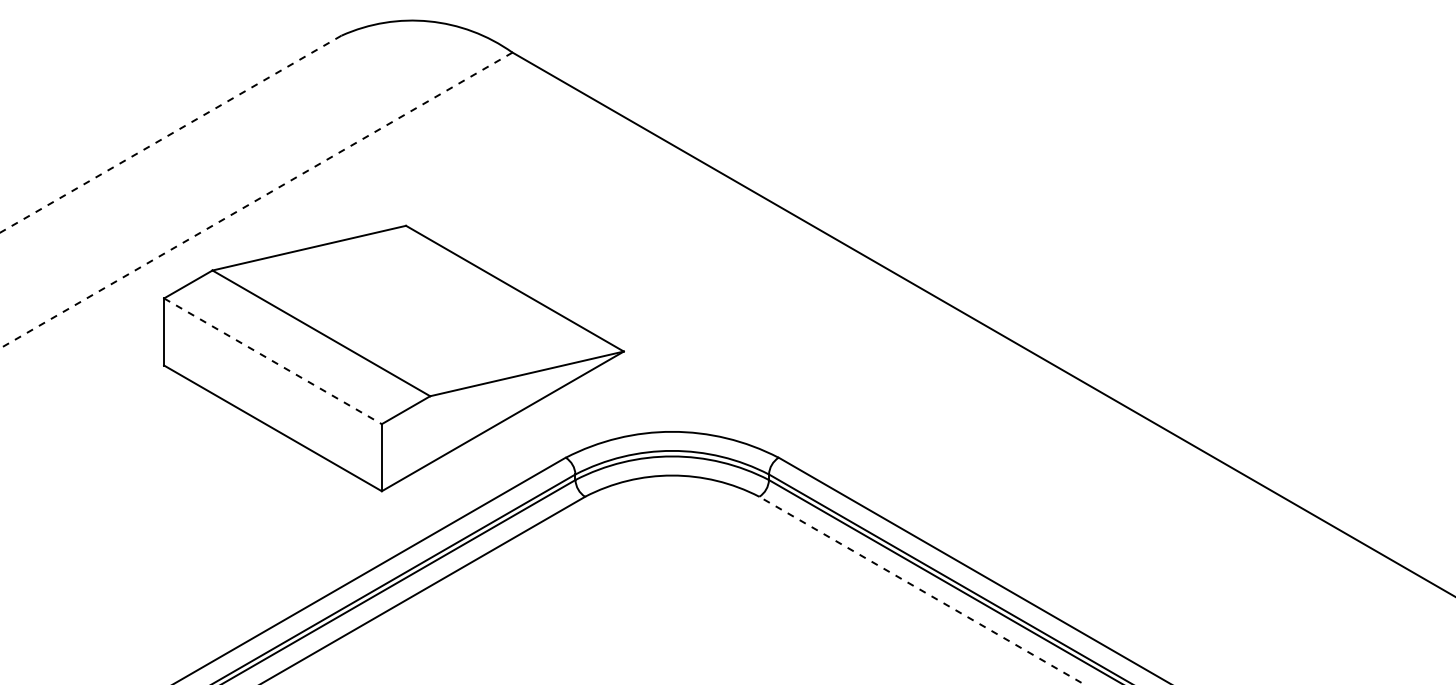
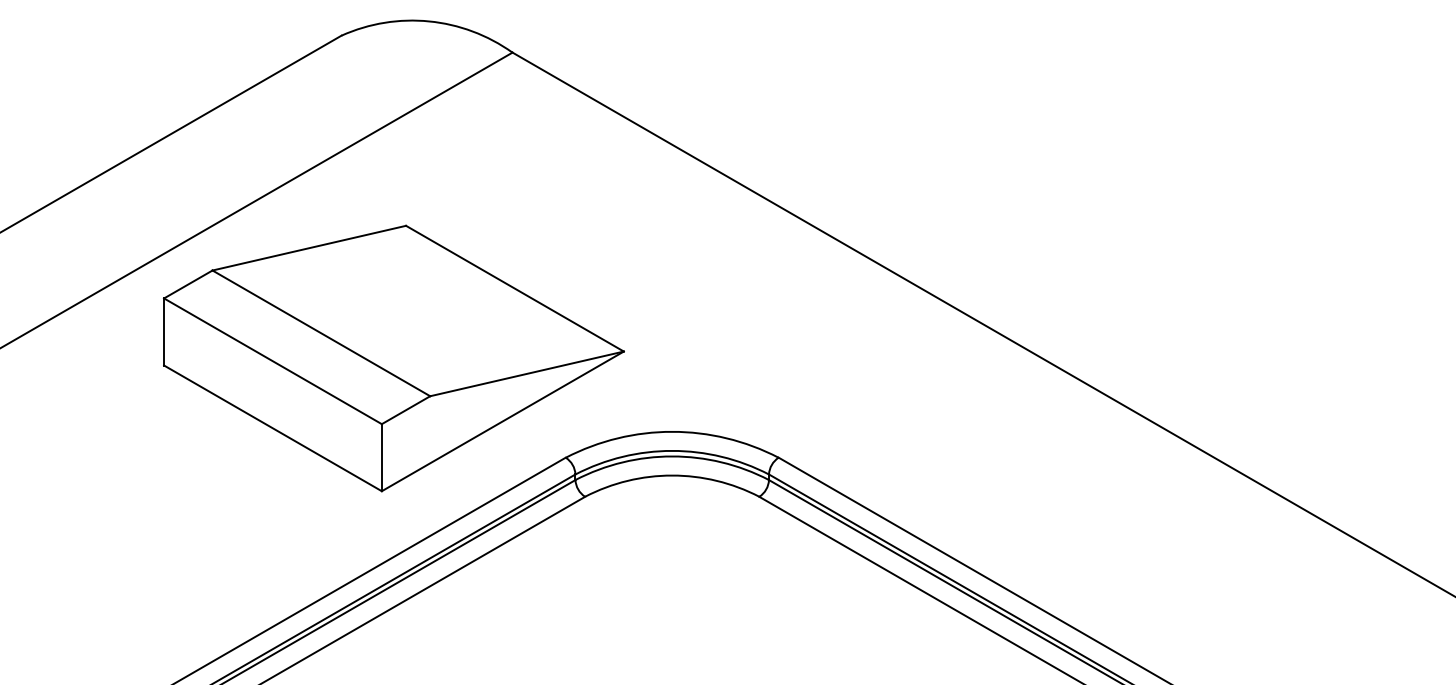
line at (170, 134): dashed -> solid
line at (256, 200): dashed -> solid
line at (272, 361): dashed -> solid
line at (922, 590): dashed -> solid
